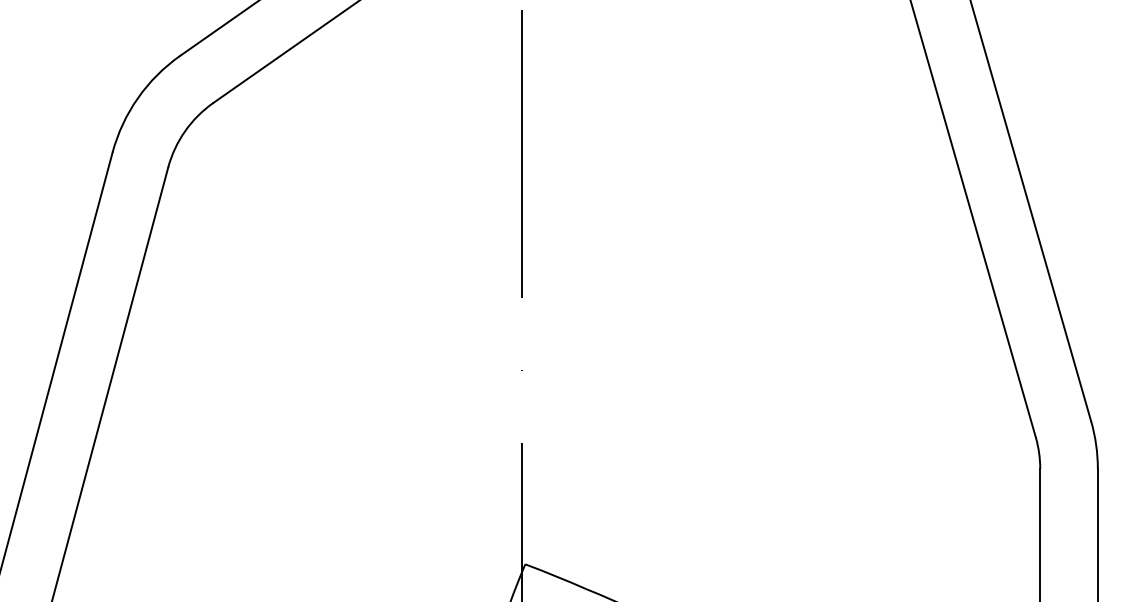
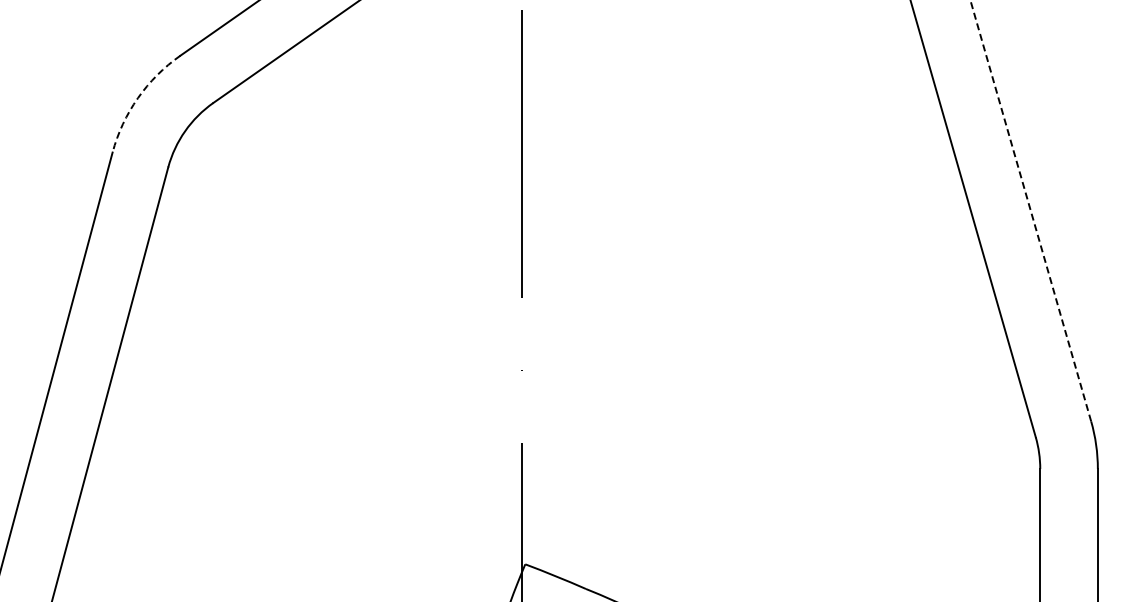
arc at (137, 98): solid -> dashed
line at (1030, 210): solid -> dashed
